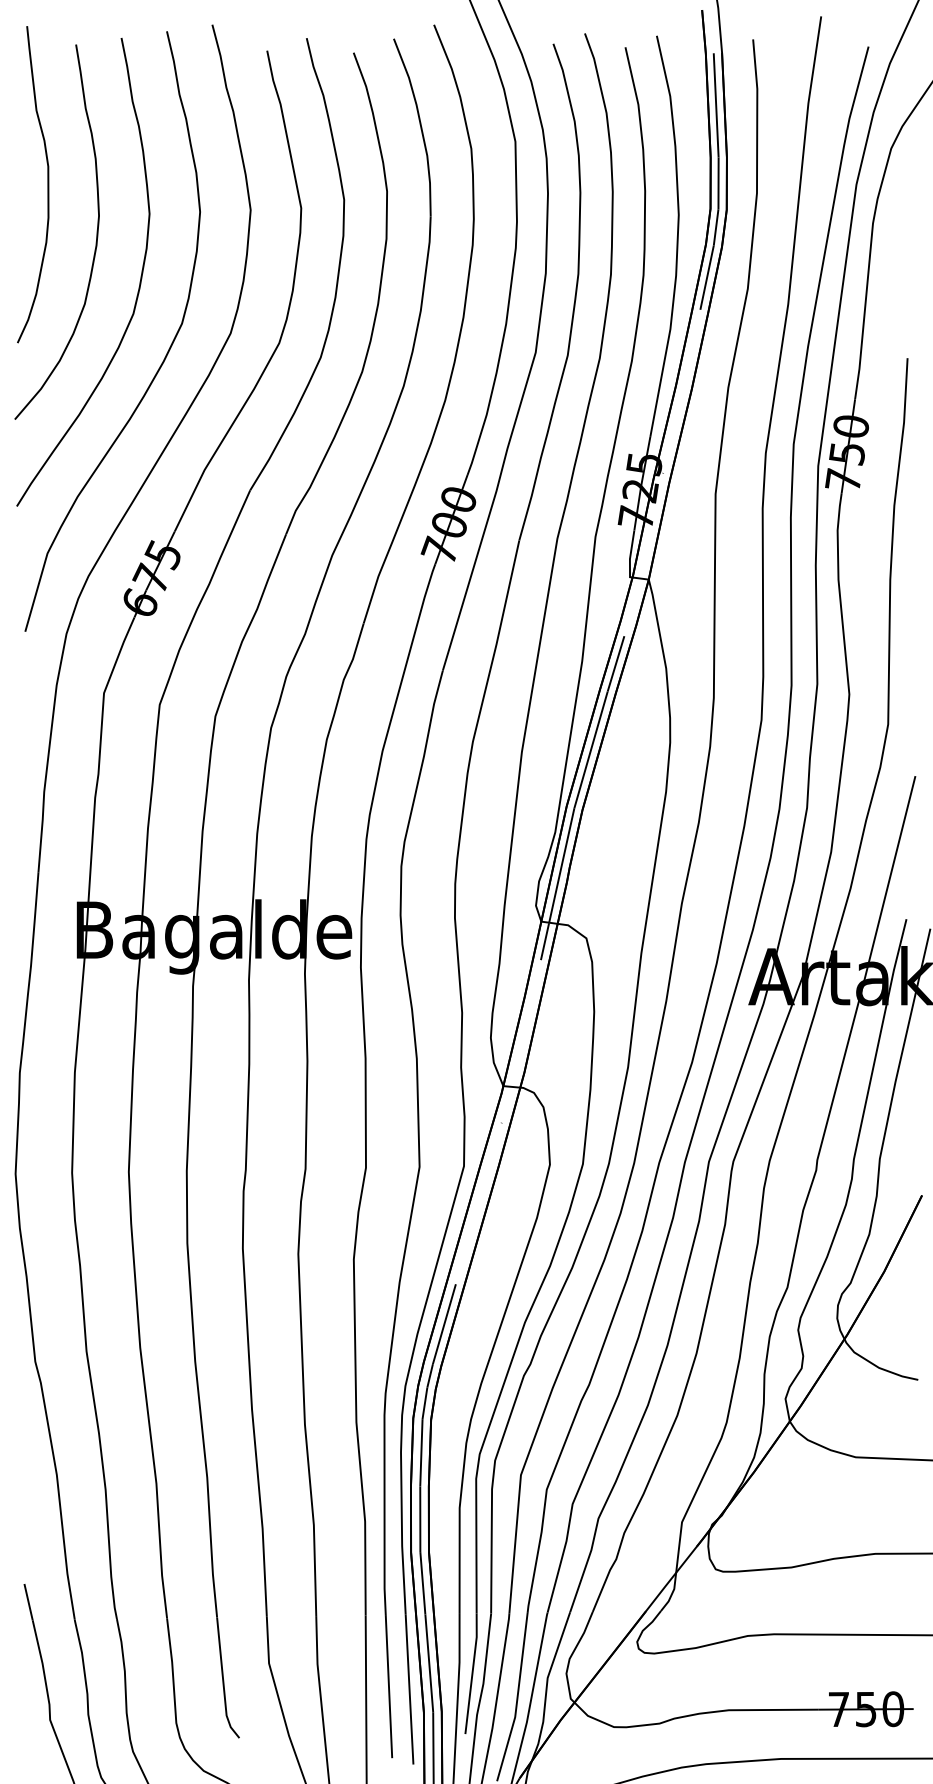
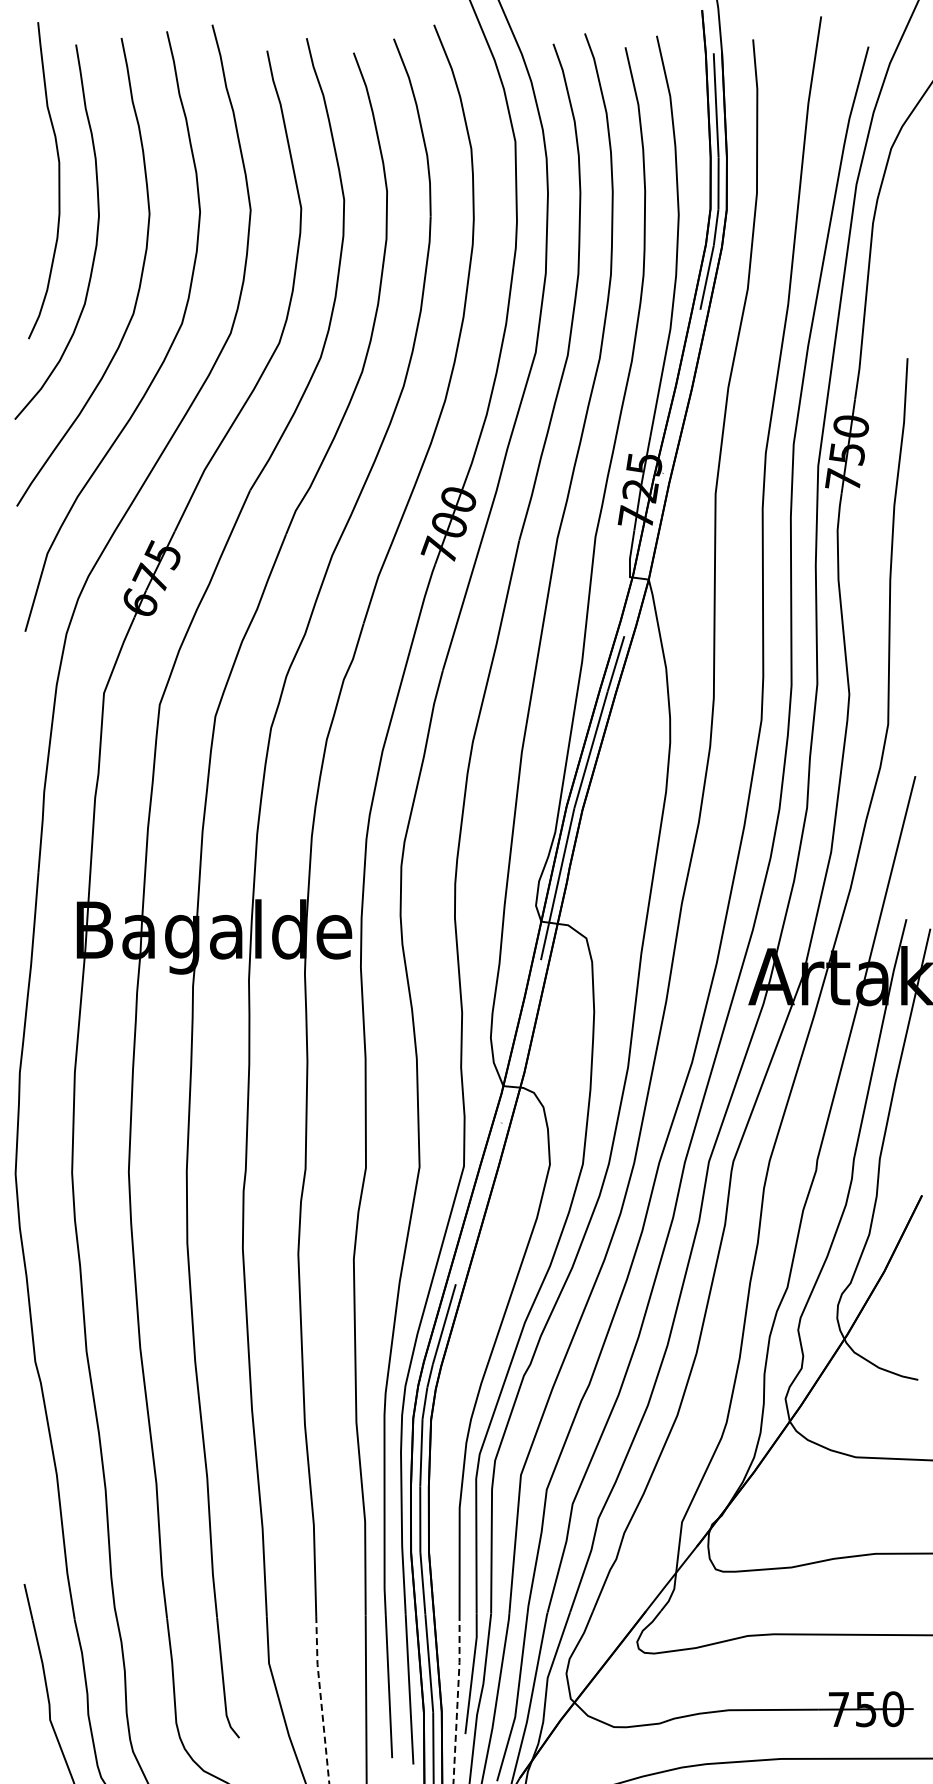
curve at (47, 184) position: (47, 184) -> (58, 180)
line at (320, 1698): solid -> dashed
line at (457, 1698): solid -> dashed
